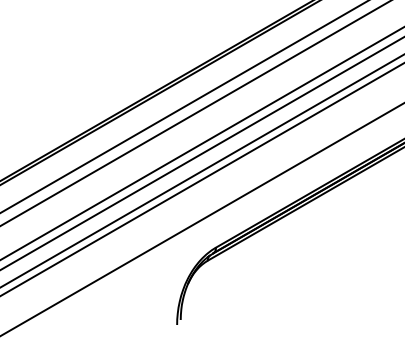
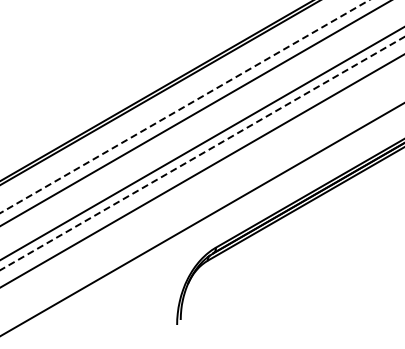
line at (185, 106): solid -> dashed
line at (202, 153): solid -> dashed
line at (201, 179): present -> none
